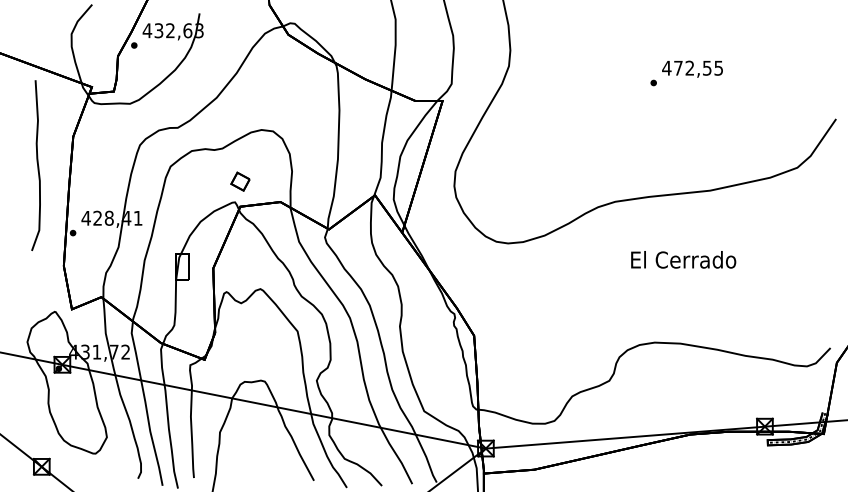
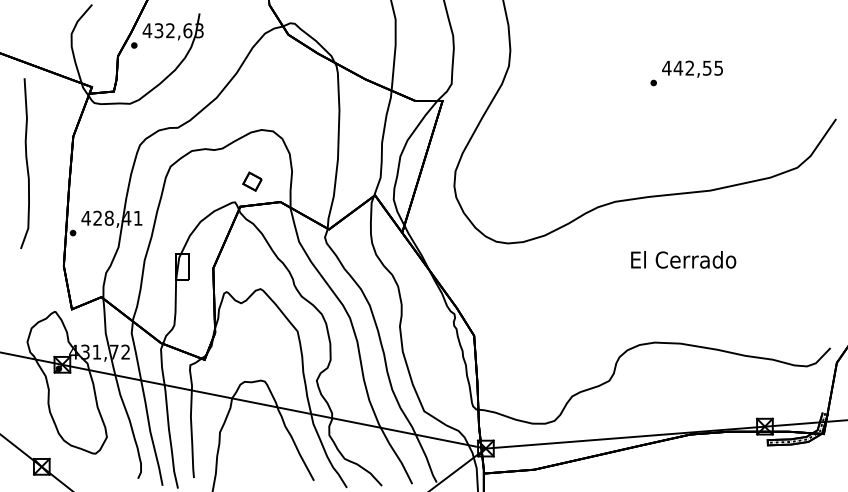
text at (678, 67): 472,55 -> 442,55
curve at (37, 165) position: (37, 165) -> (26, 163)
part at (240, 181) position: (240, 181) -> (252, 181)
